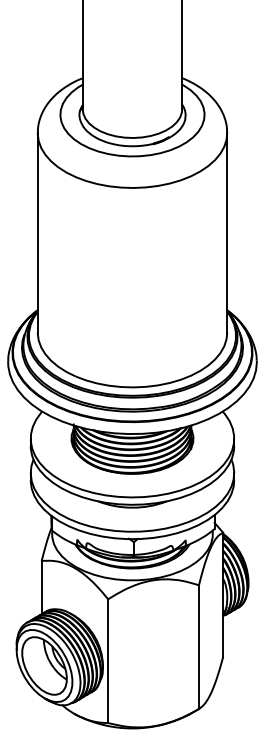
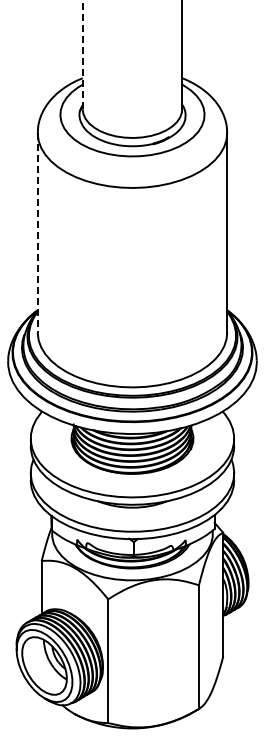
line at (82, 55): solid -> dashed
line at (37, 233): solid -> dashed
